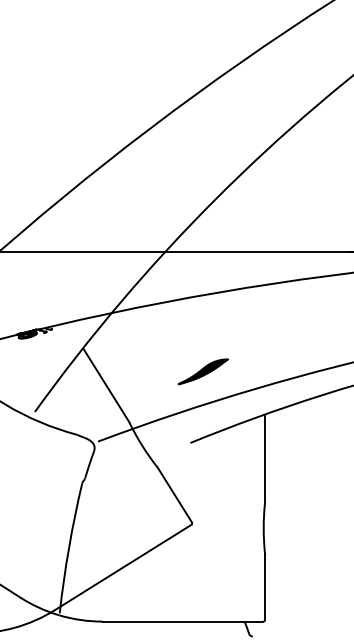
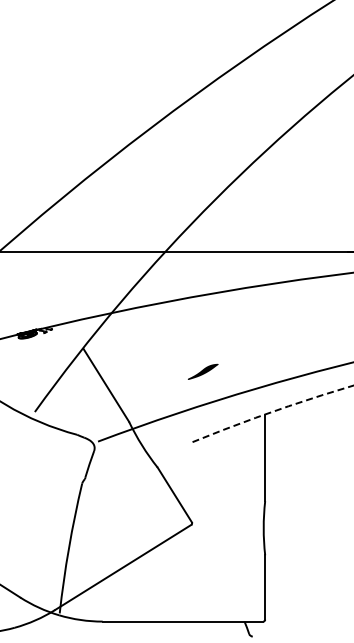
part at (202, 371) size: 52x28 px -> 31x17 px
arc at (270, 412): solid -> dashed
